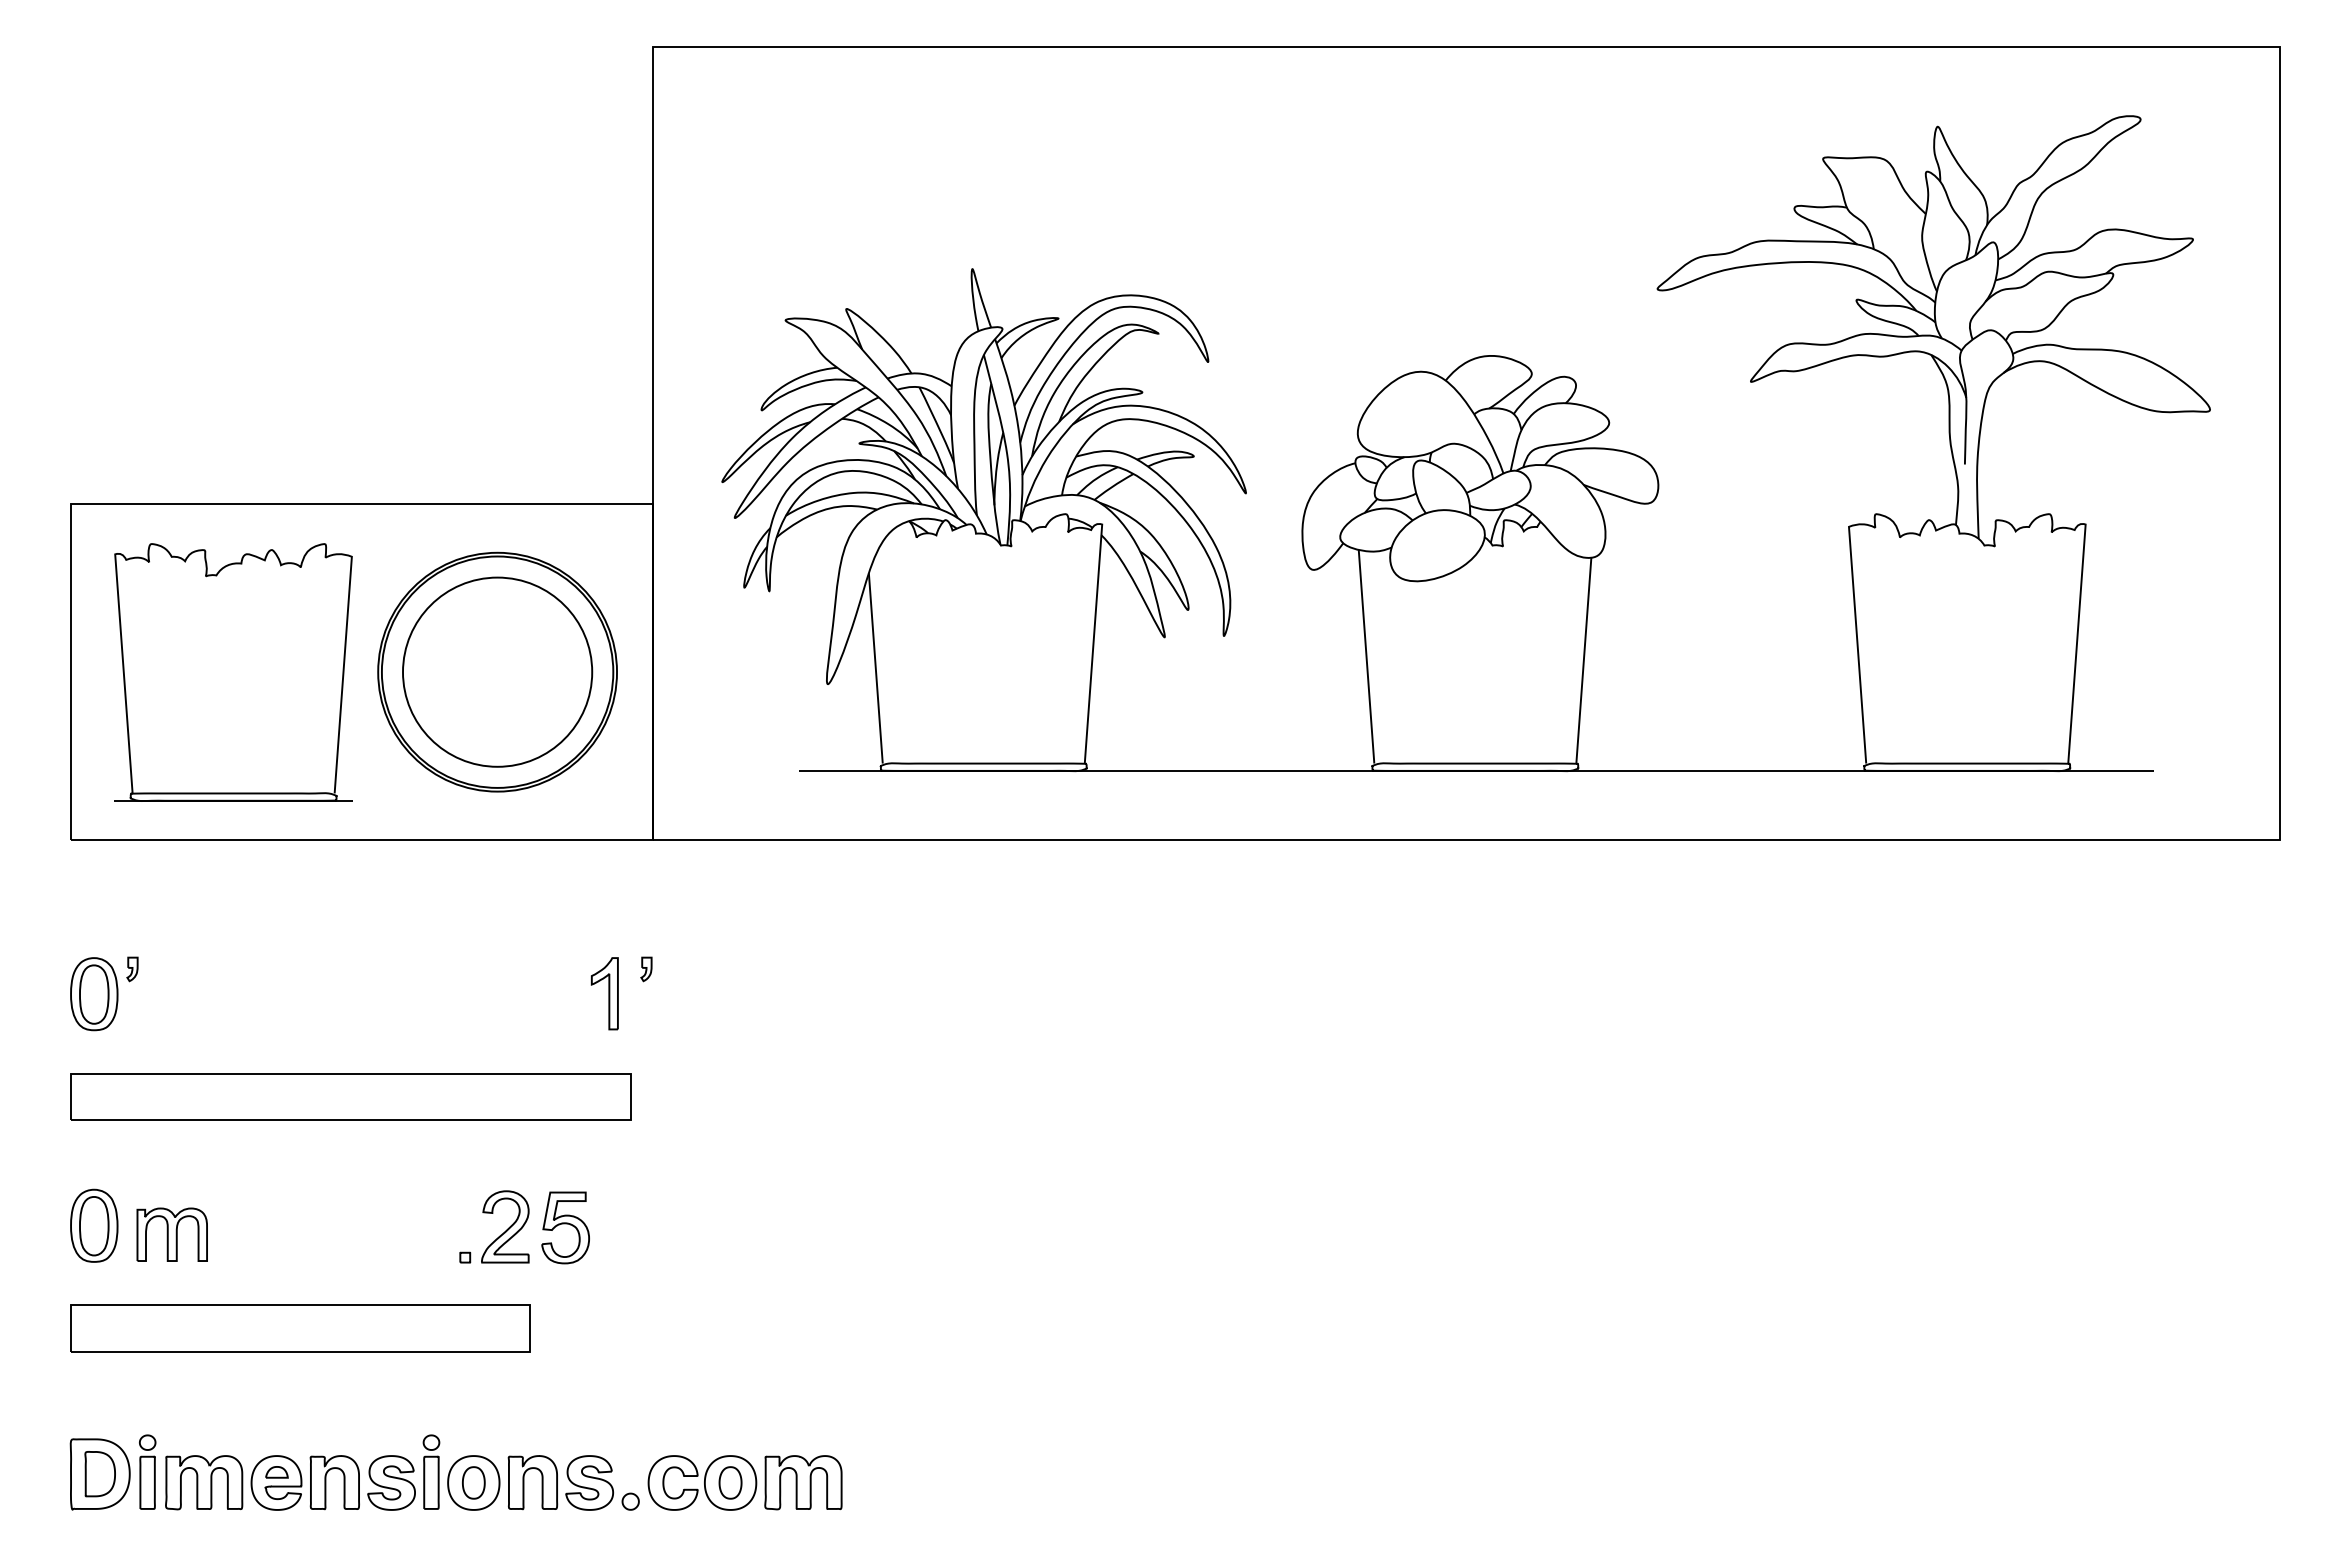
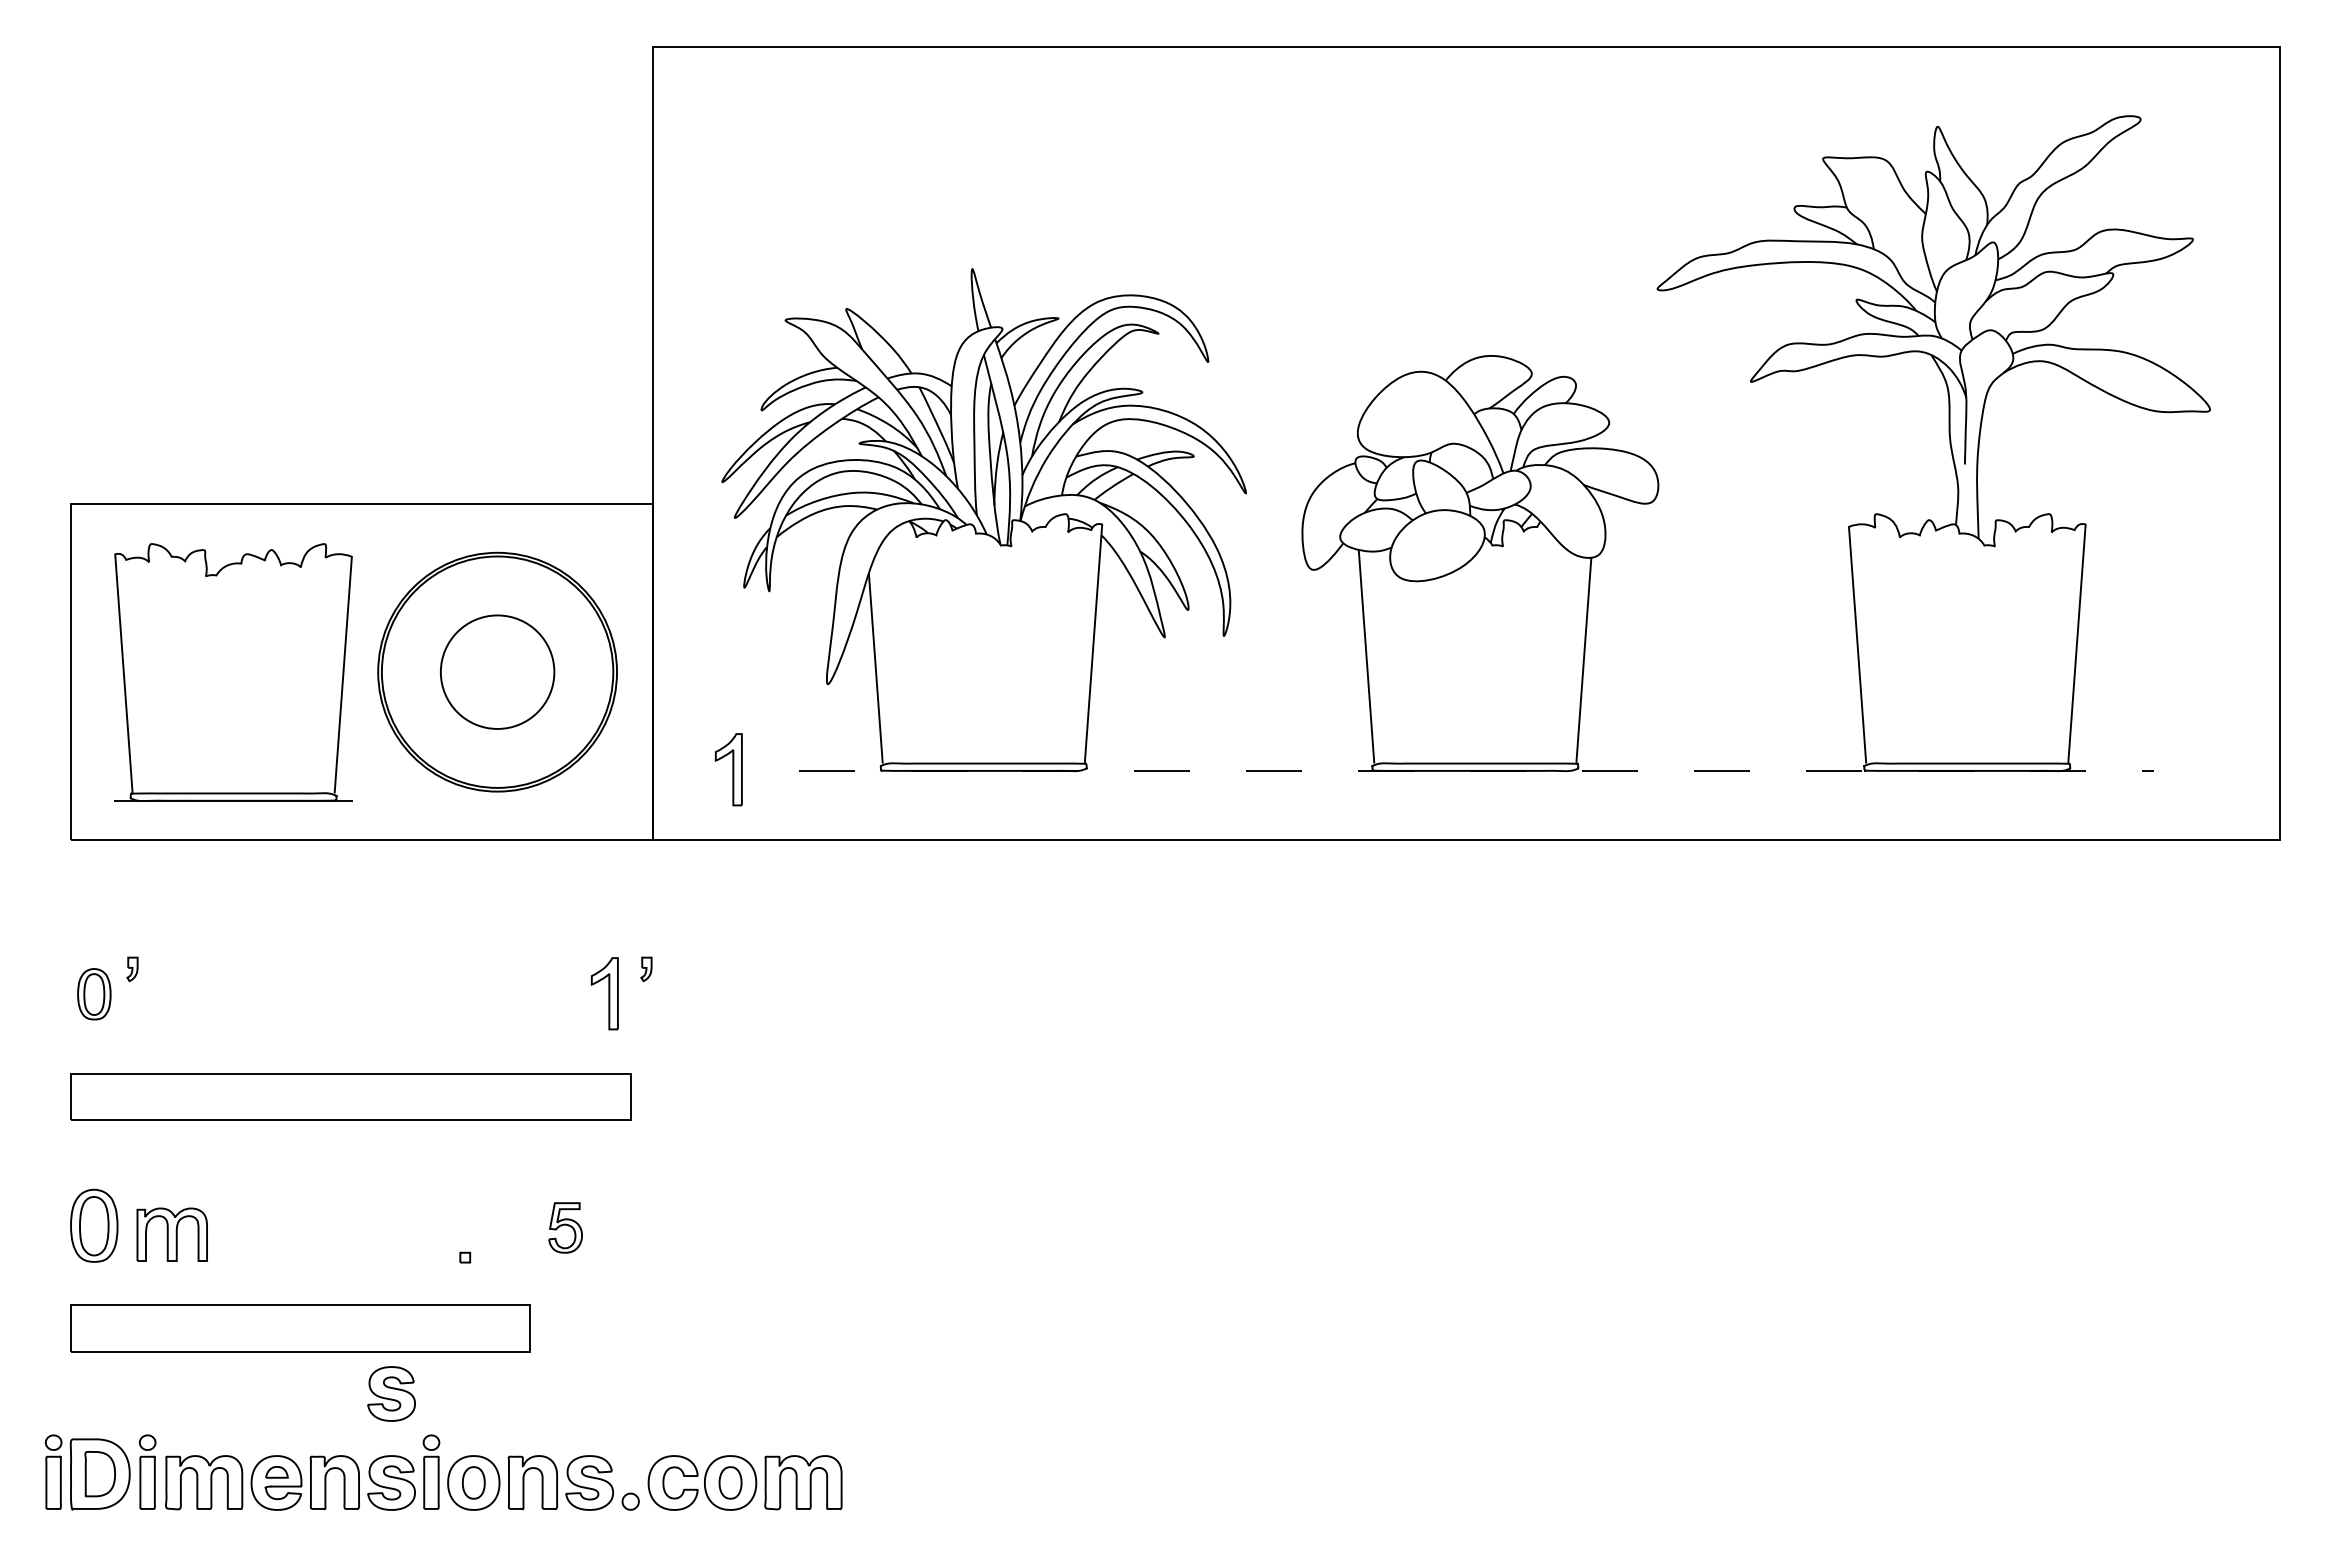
circle at (497, 671) diameter: 189 px -> 114 px
part at (728, 769): none -> present
line at (1476, 770): solid -> dashed
part at (94, 994) size: 49x75 px -> 35x53 px
part at (505, 1226): present -> none
part at (565, 1227) size: 49x74 px -> 35x52 px
part at (391, 1393): none -> present
part at (53, 1471): none -> present
